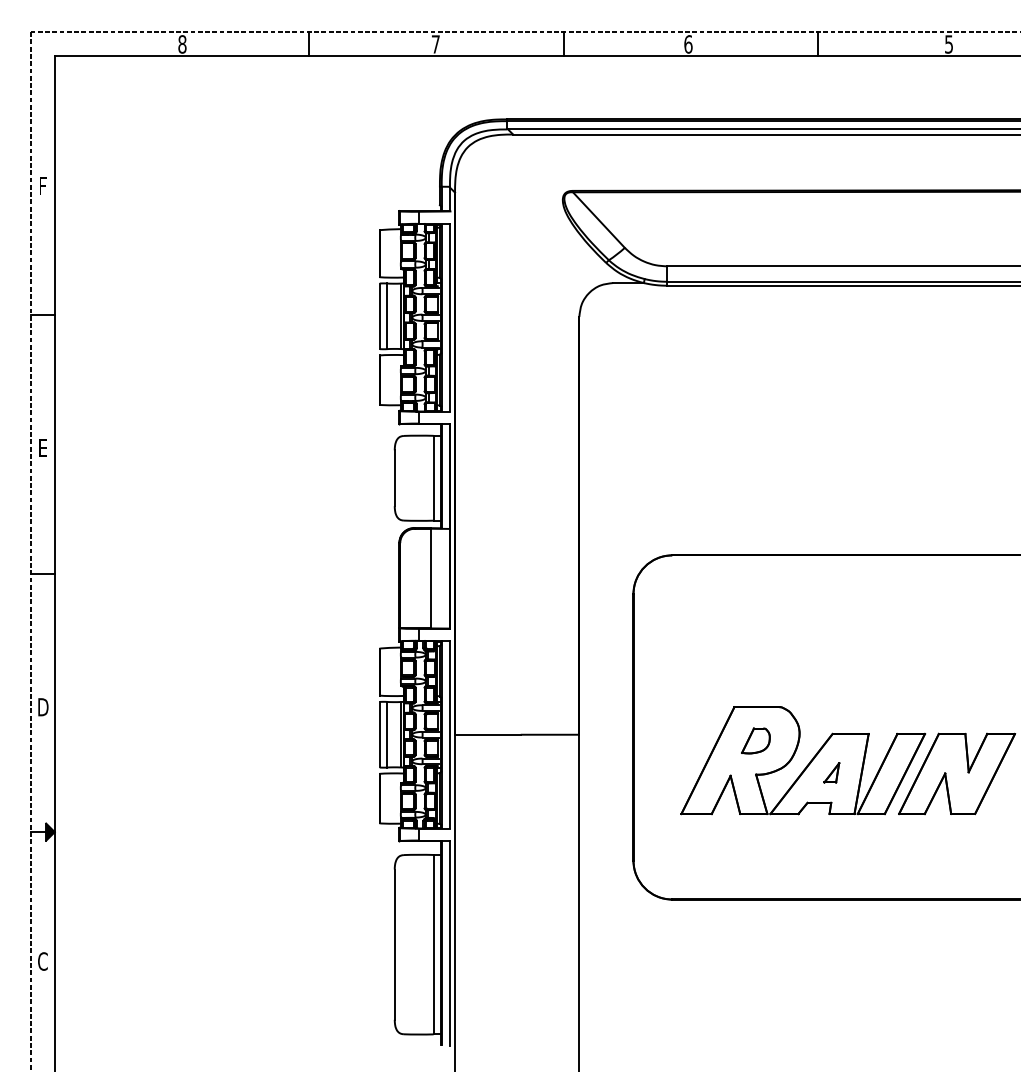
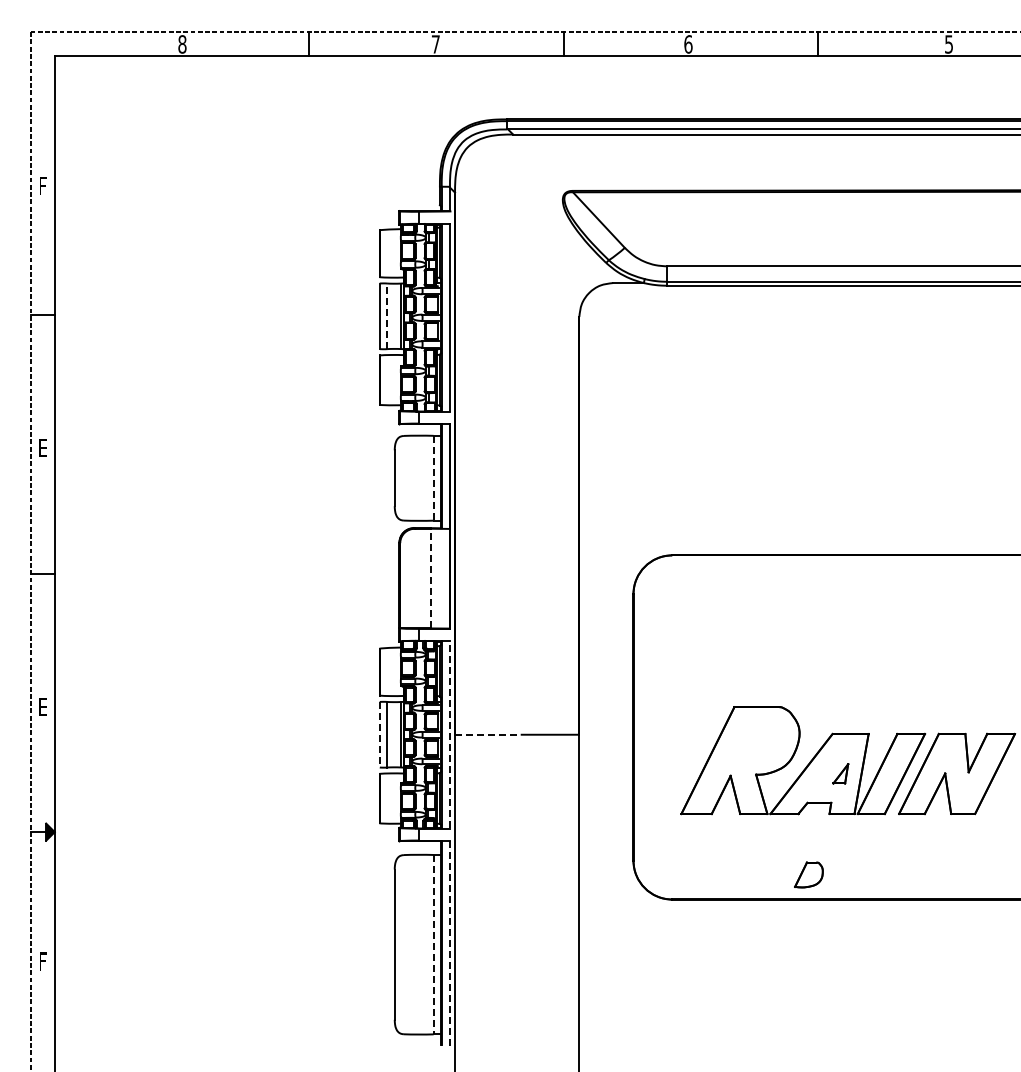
line at (387, 316): solid -> dashed
line at (433, 478): solid -> dashed
line at (430, 578): solid -> dashed
text at (43, 707): D -> E
line at (379, 734): solid -> dashed
line at (449, 734): solid -> dashed
line at (487, 734): solid -> dashed
part at (755, 740) position: (755, 740) -> (808, 874)
part at (831, 772) position: (831, 772) -> (840, 773)
line at (449, 942): solid -> dashed
line at (433, 944): solid -> dashed
text at (42, 961): C -> F
